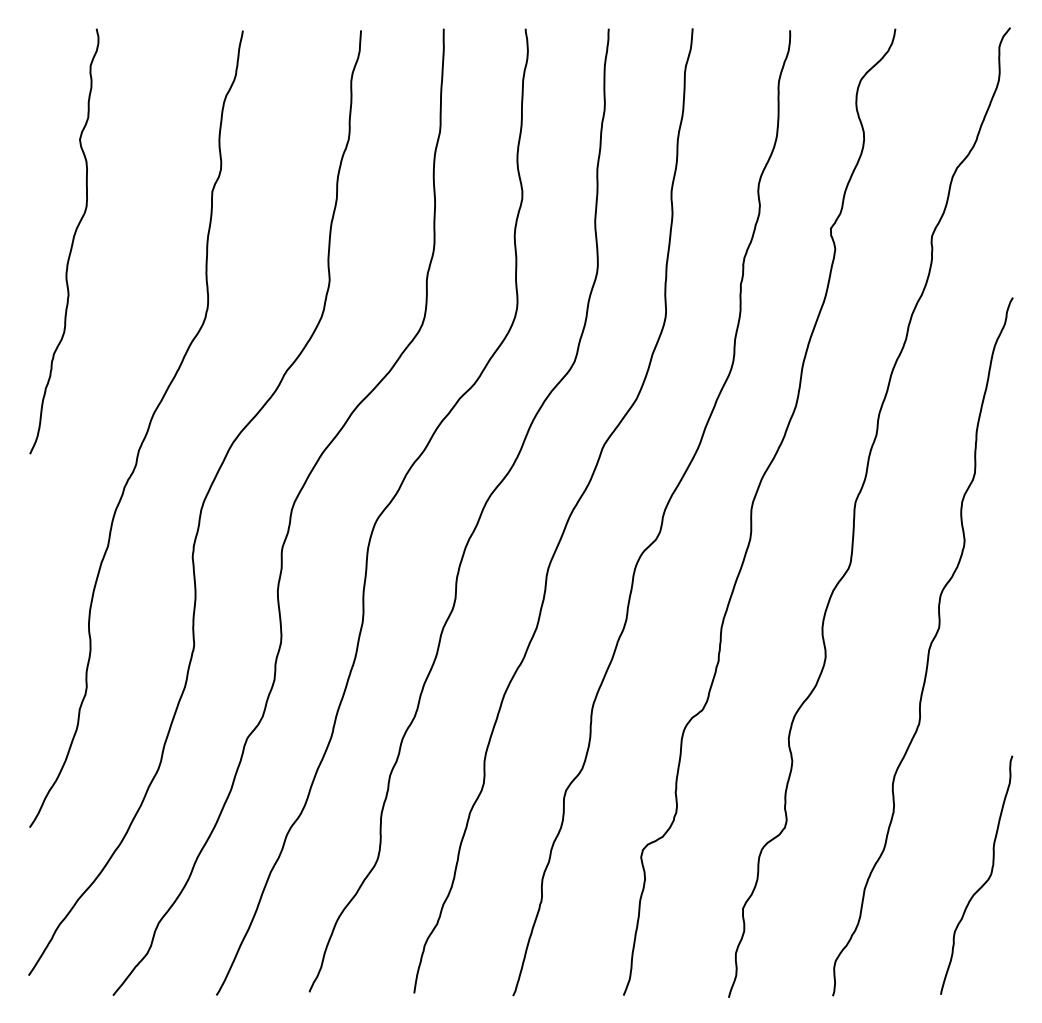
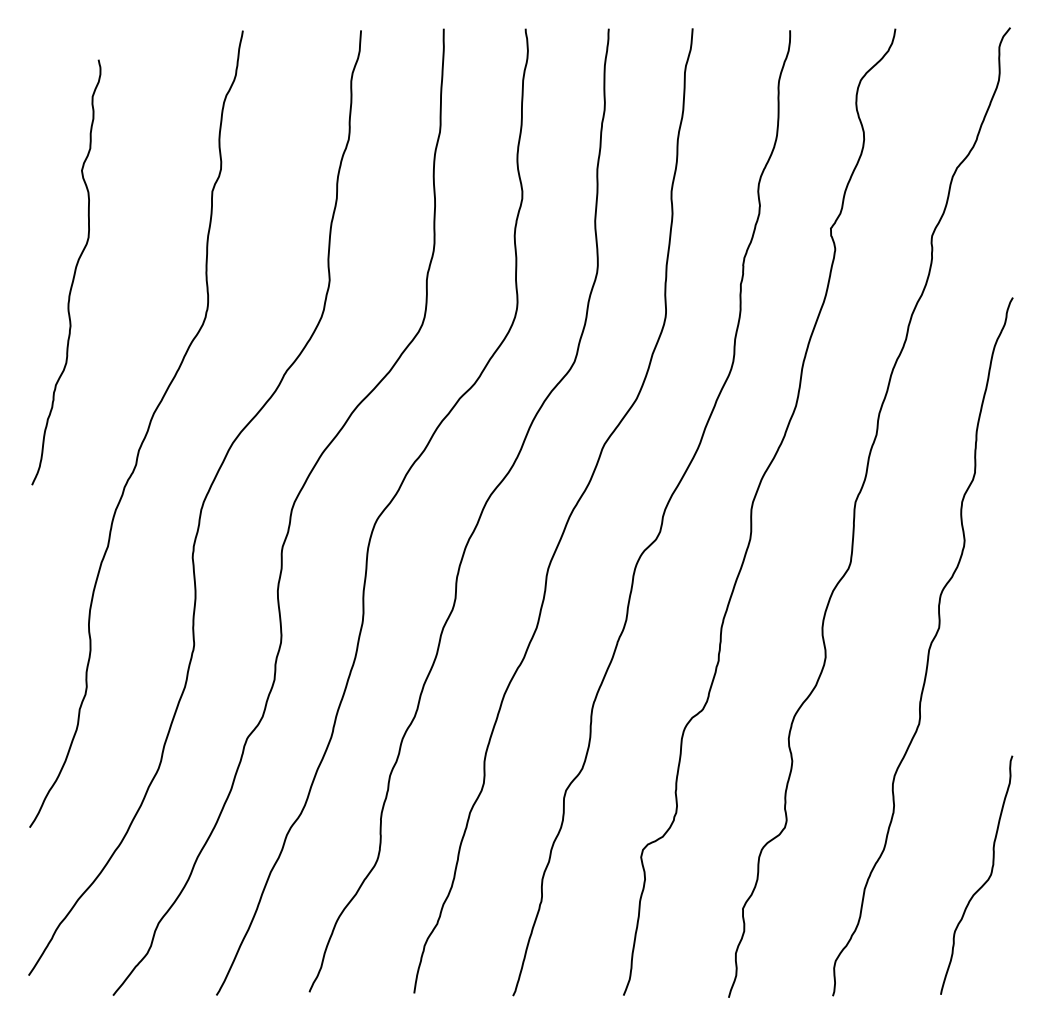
curve at (71, 242) position: (71, 242) -> (73, 273)
